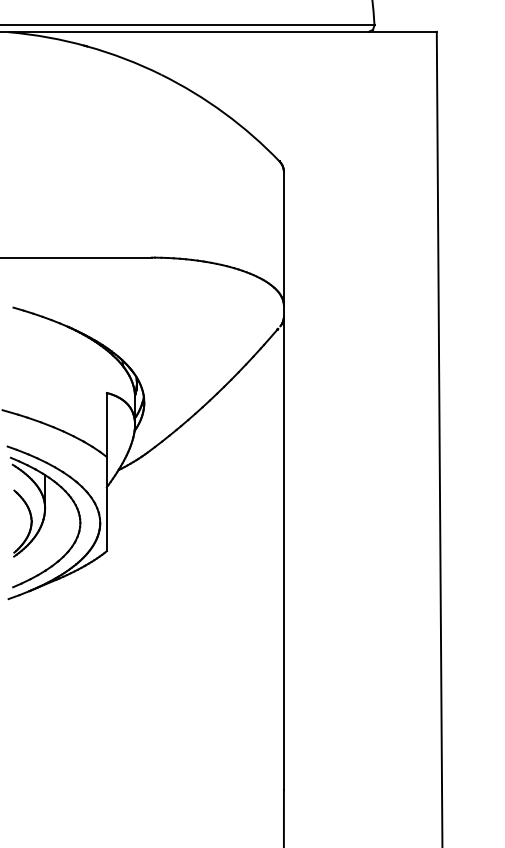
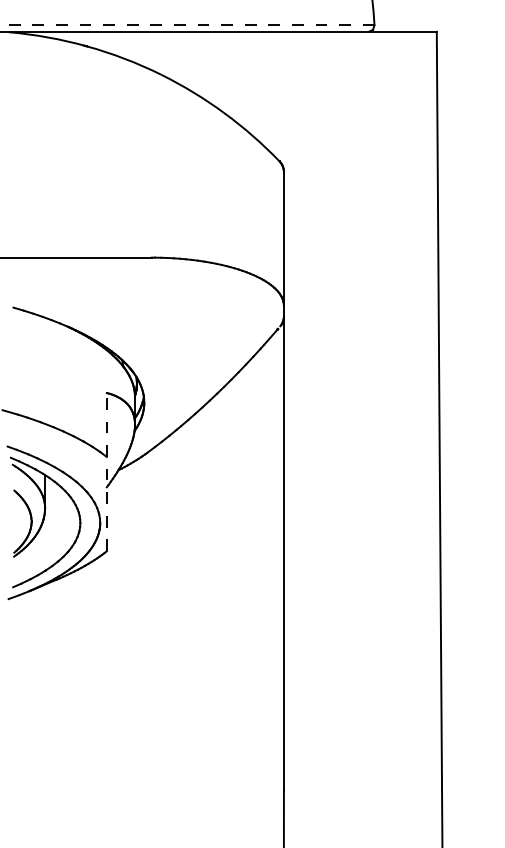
line at (187, 25): solid -> dashed
line at (106, 471): solid -> dashed
